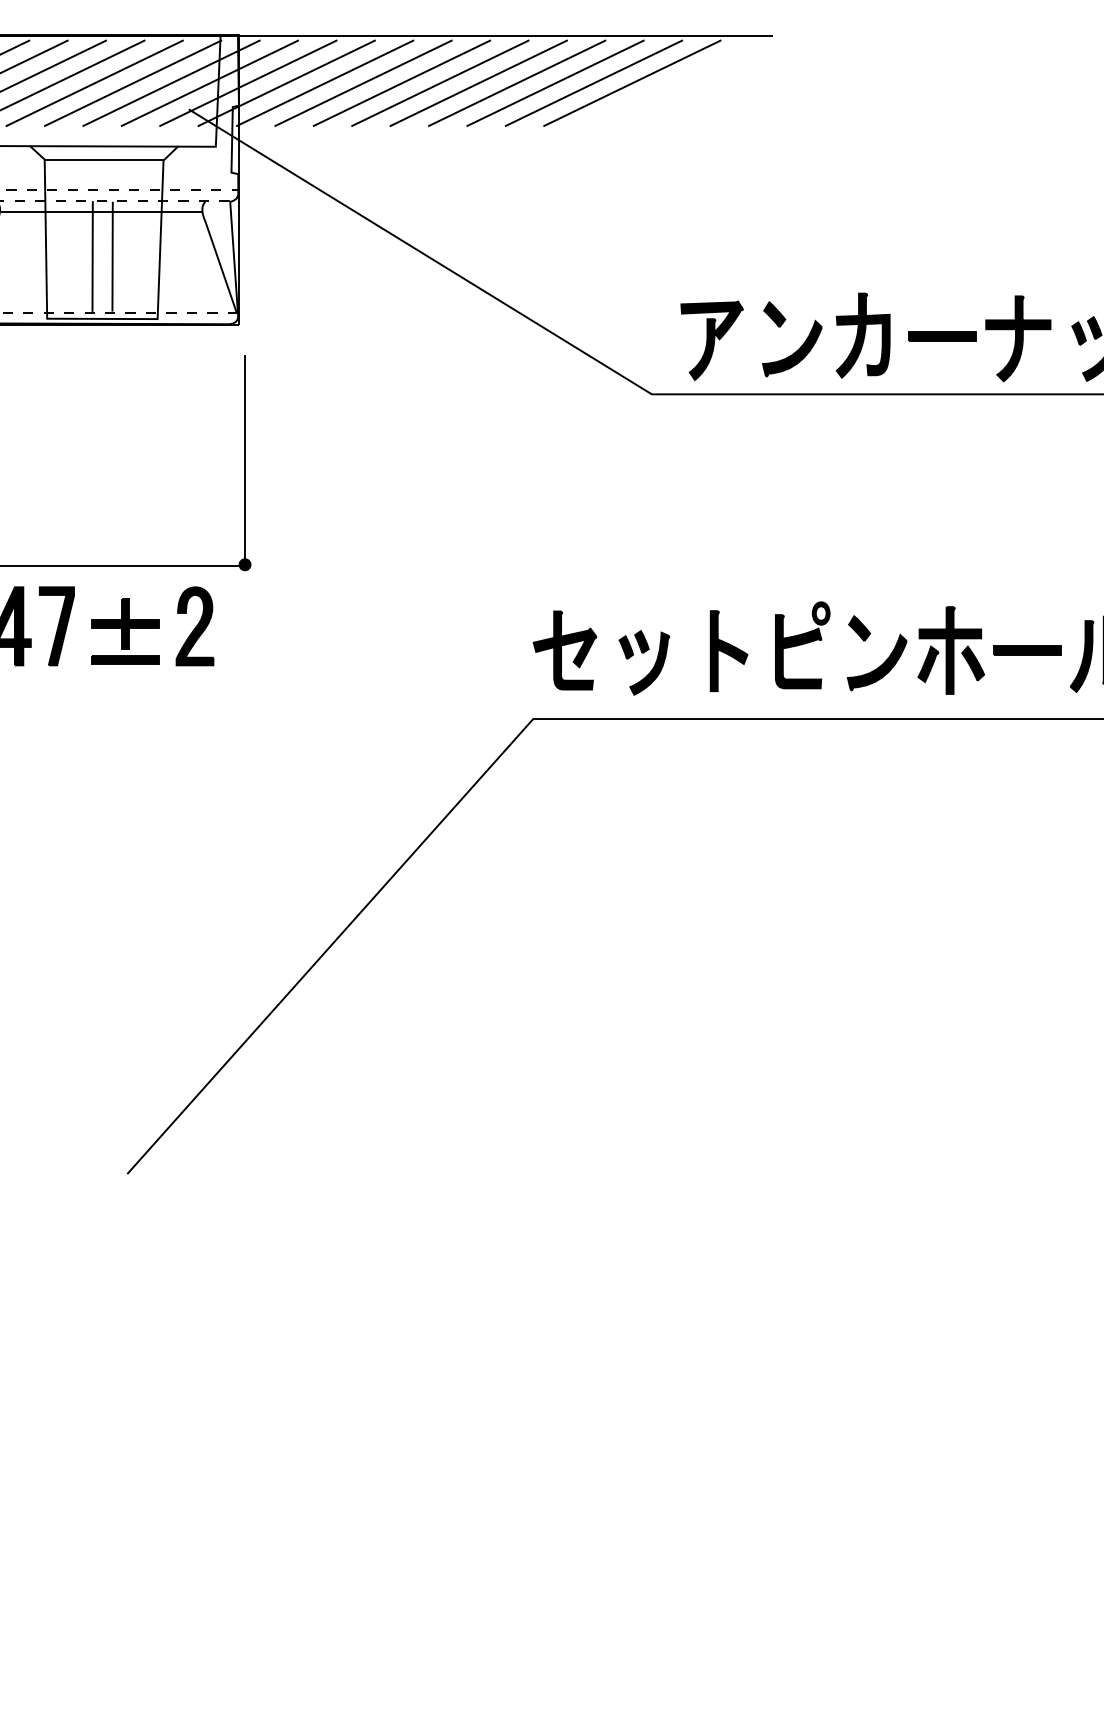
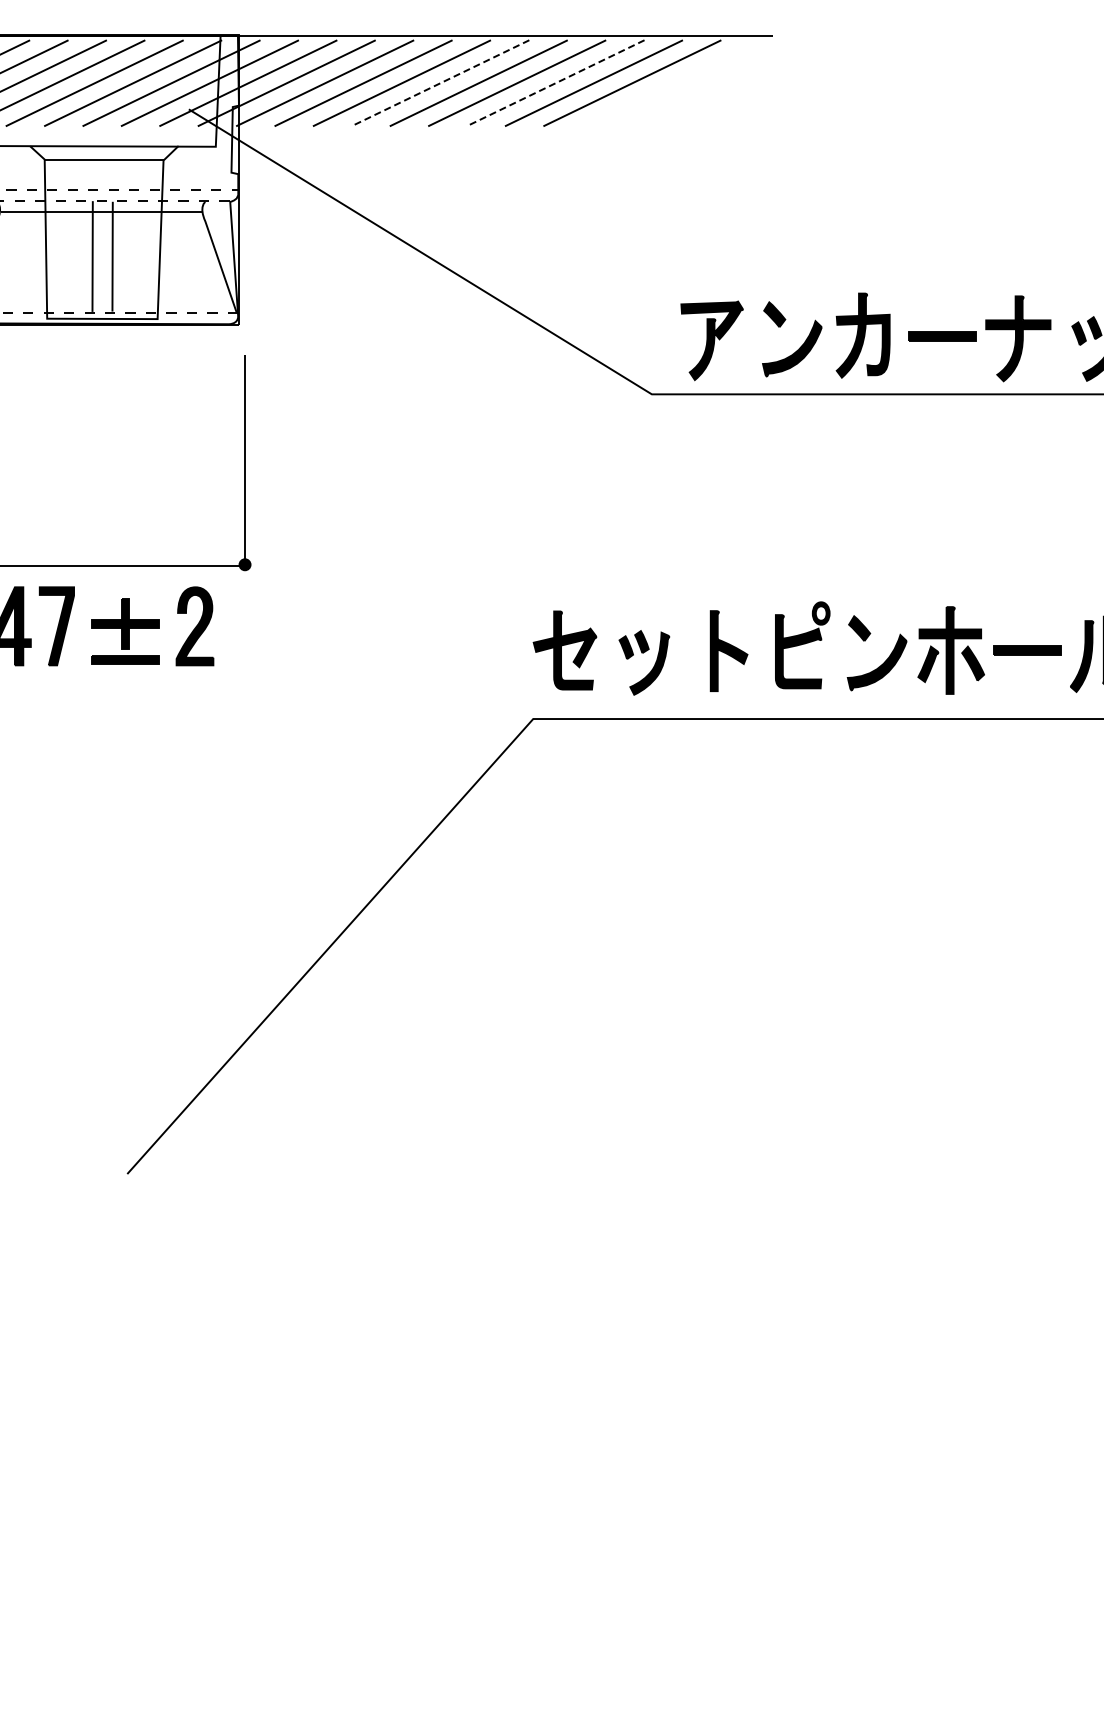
line at (440, 83): solid -> dashed
line at (555, 83): solid -> dashed
